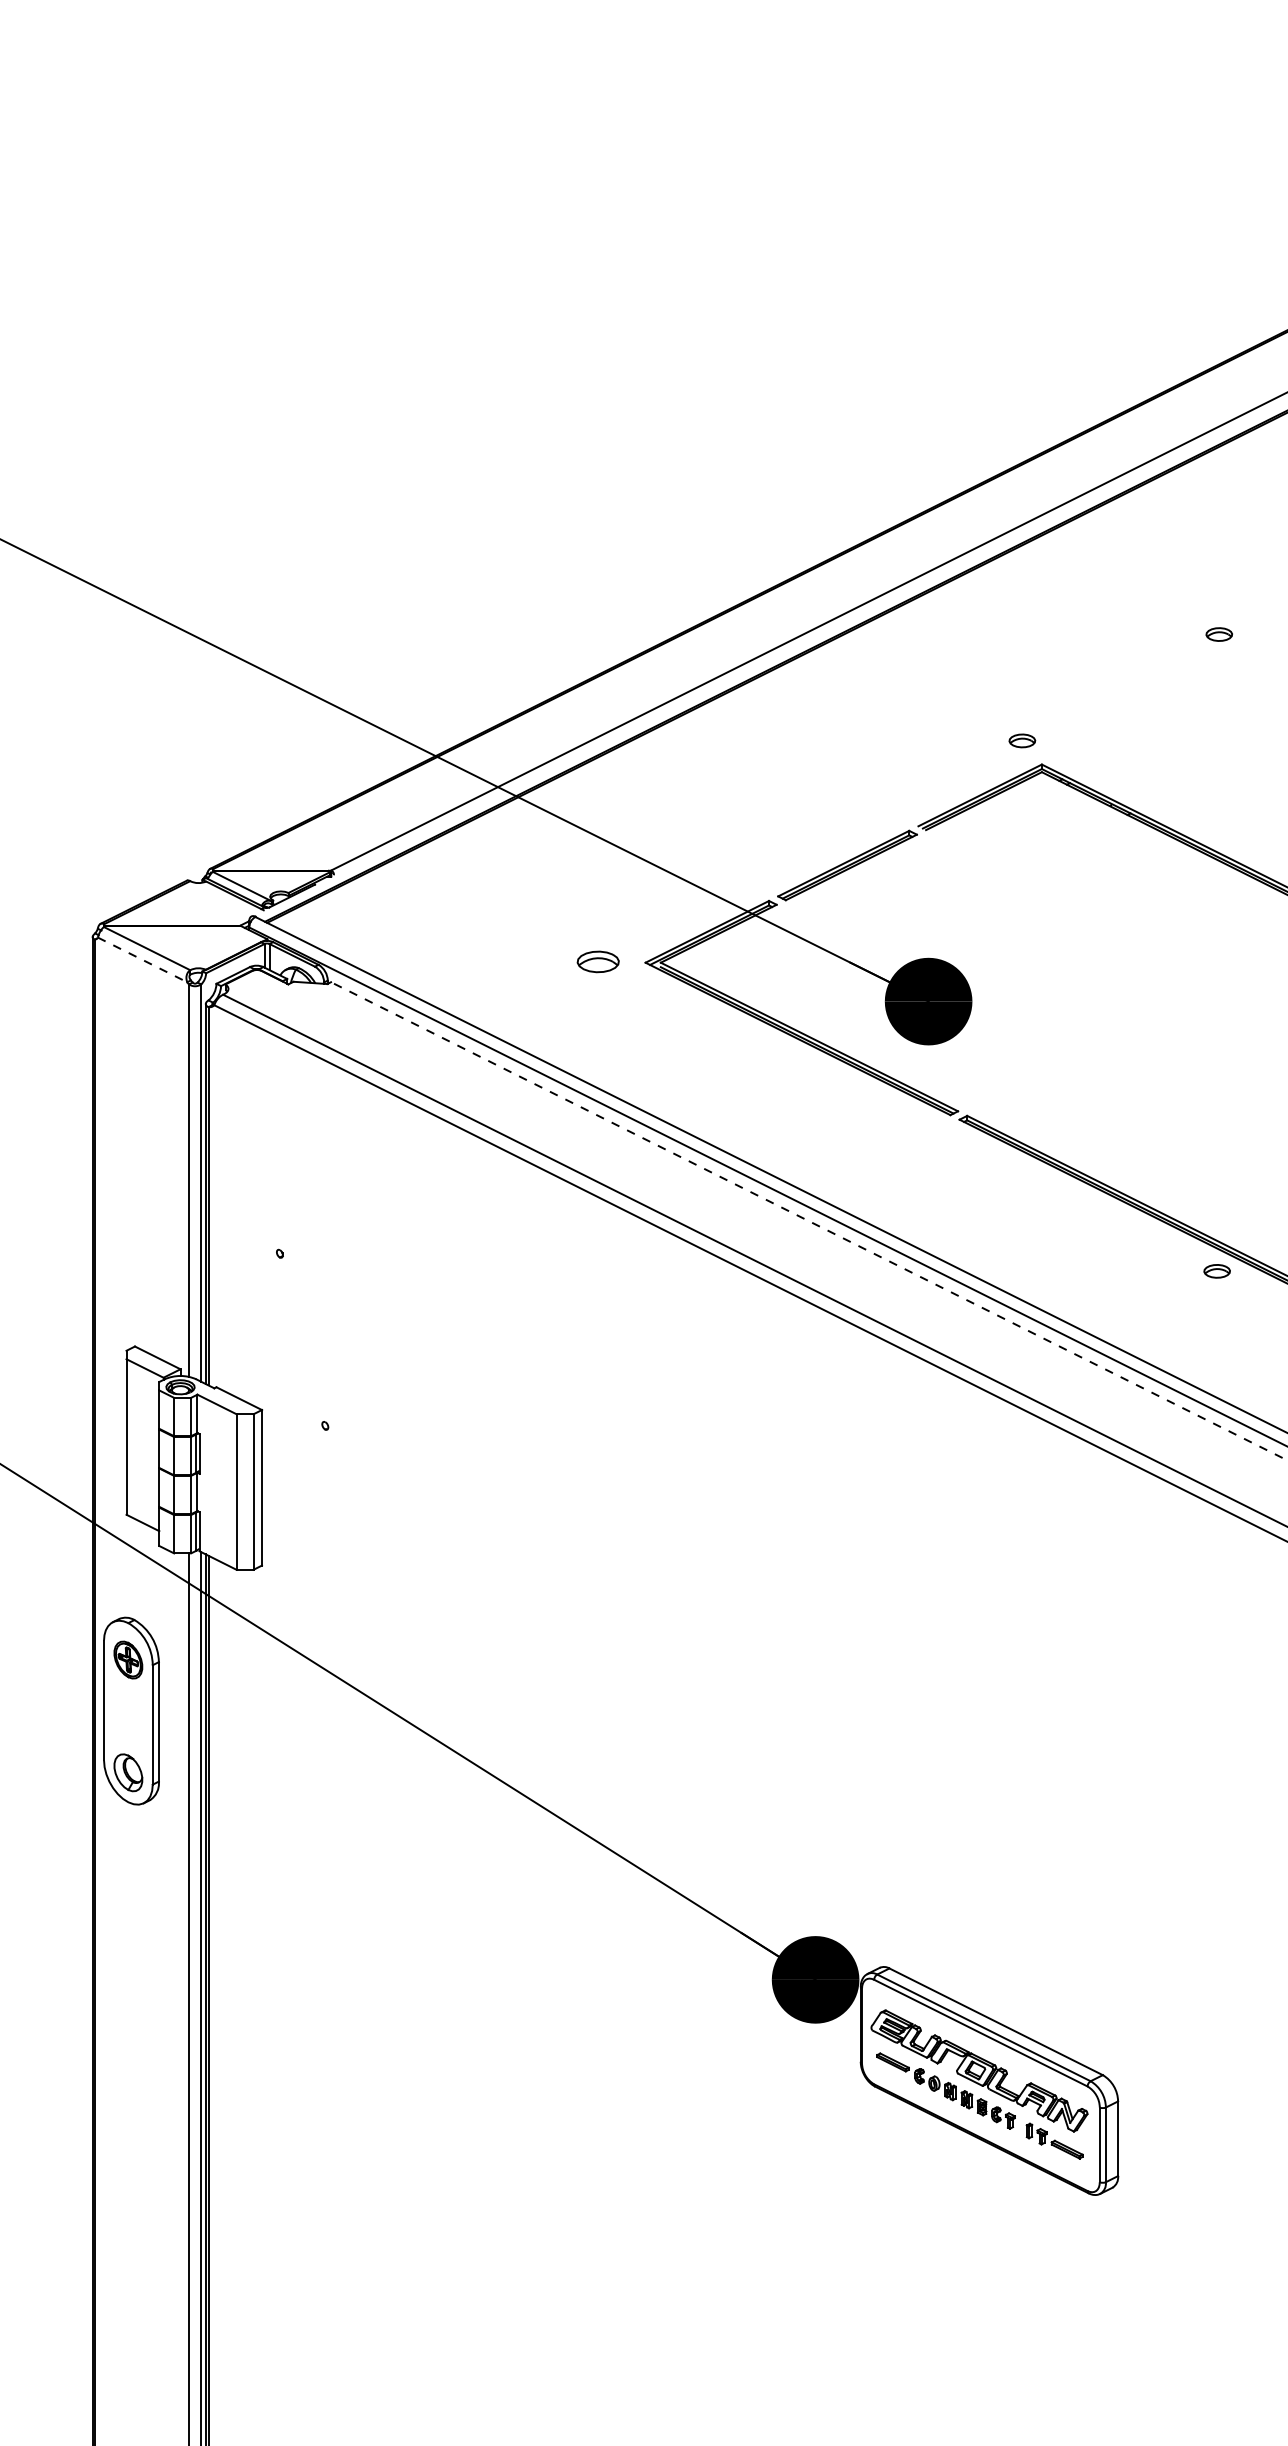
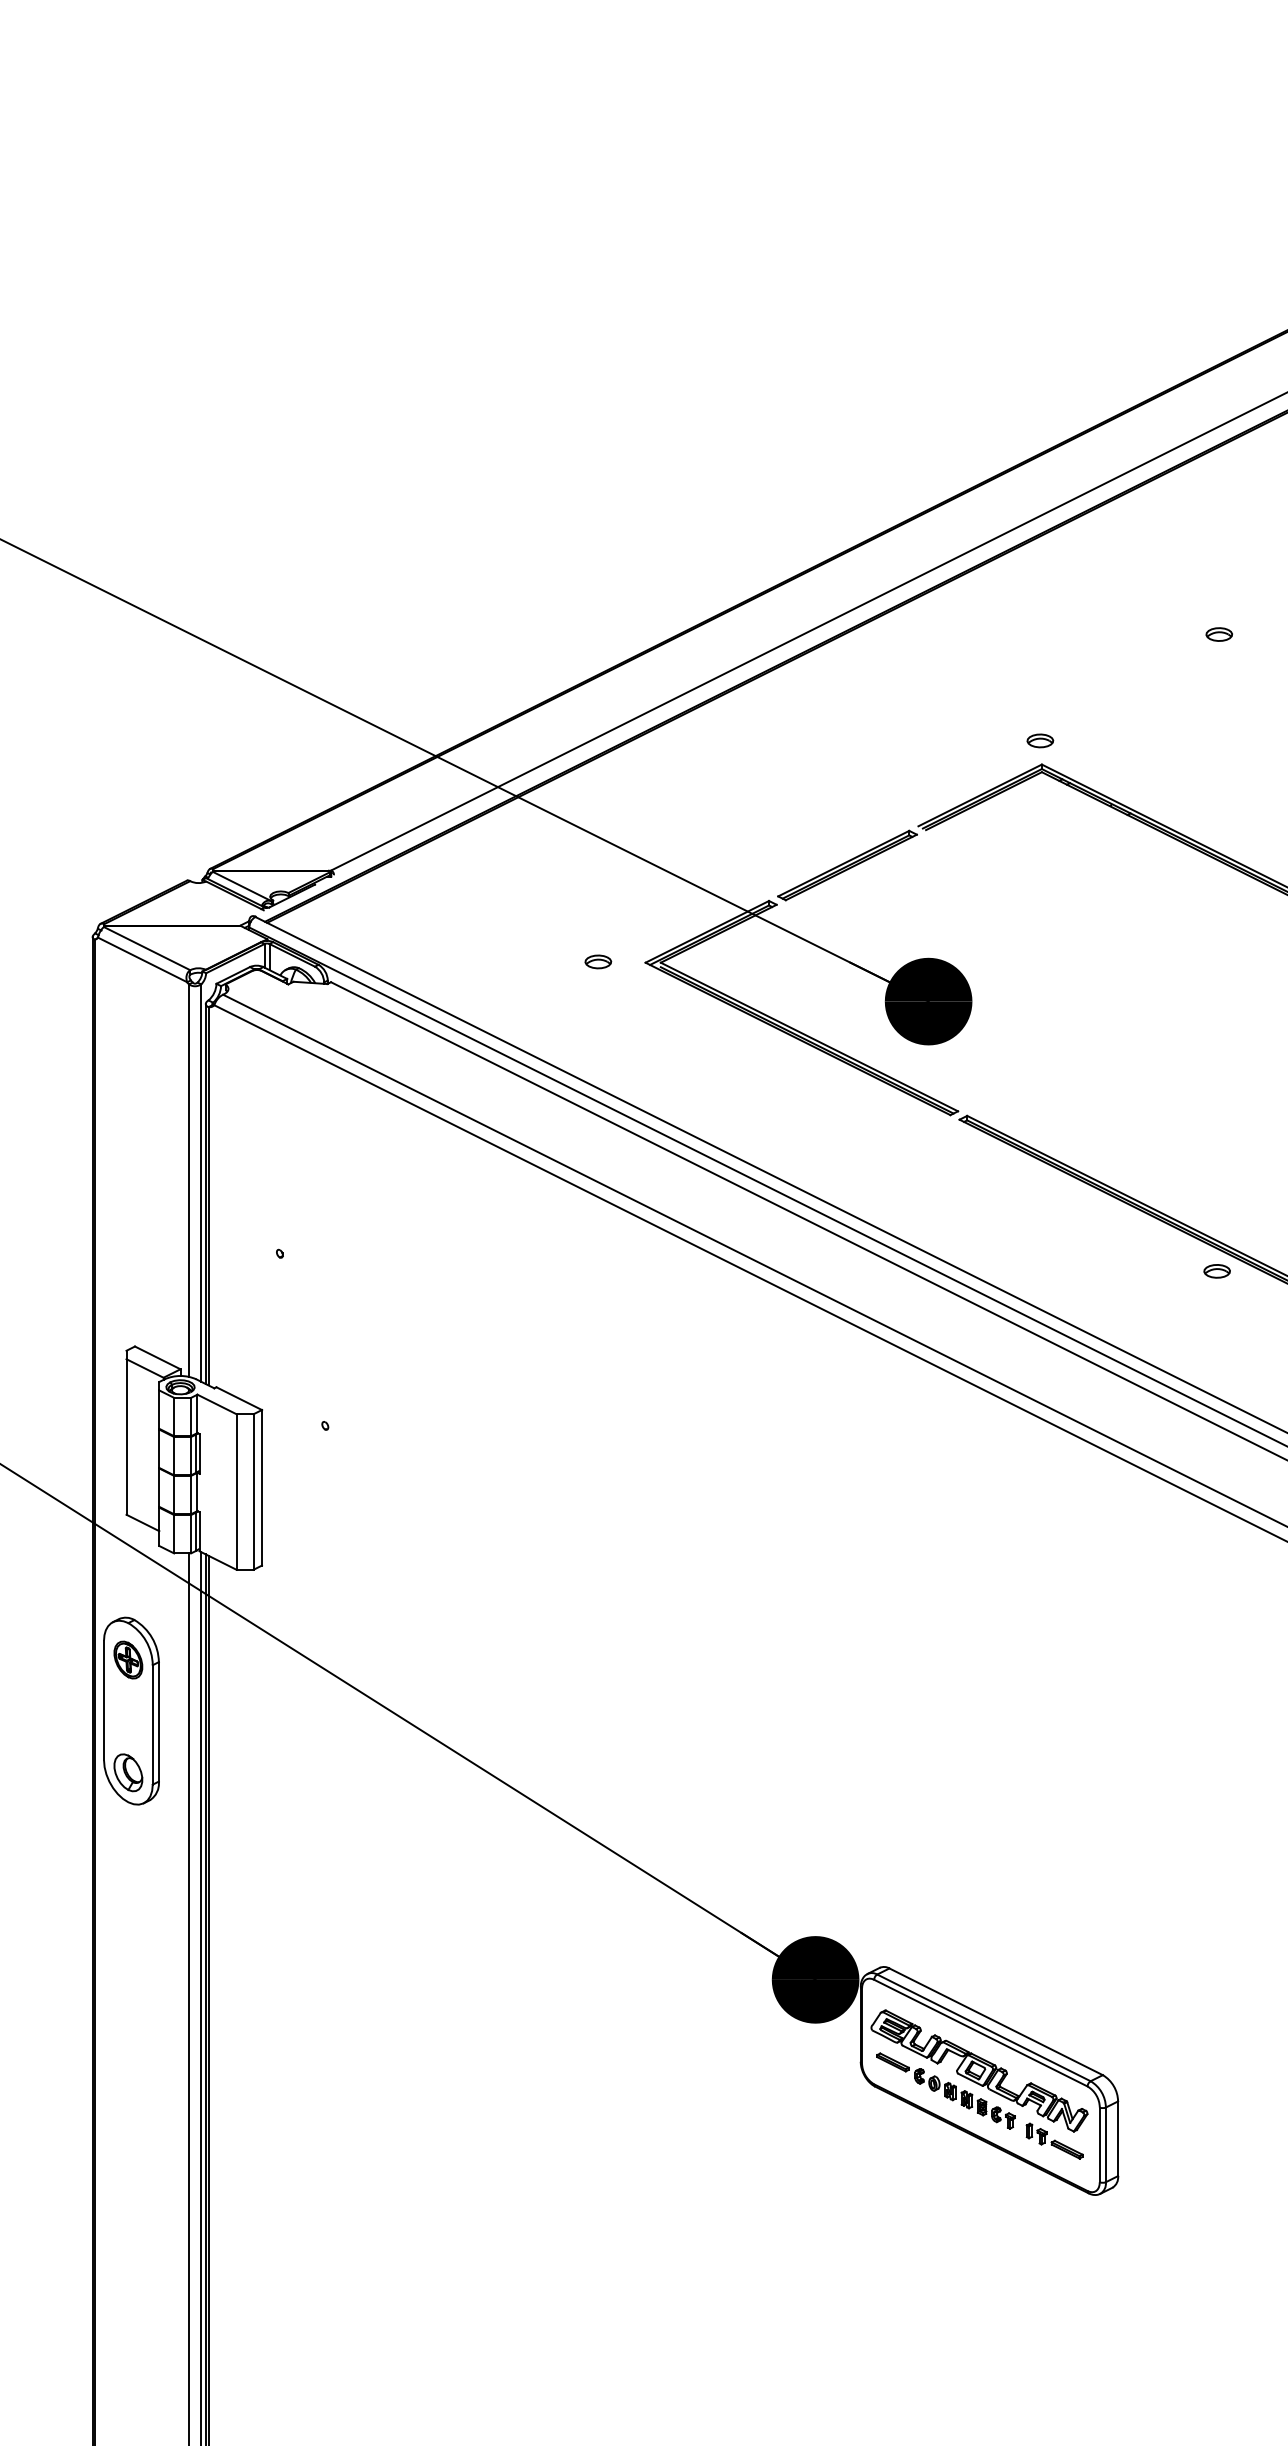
part at (1022, 740) position: (1022, 740) -> (1040, 740)
line at (142, 959): dashed -> solid
part at (597, 961) size: 44x24 px -> 29x16 px
line at (809, 1221): dashed -> solid
